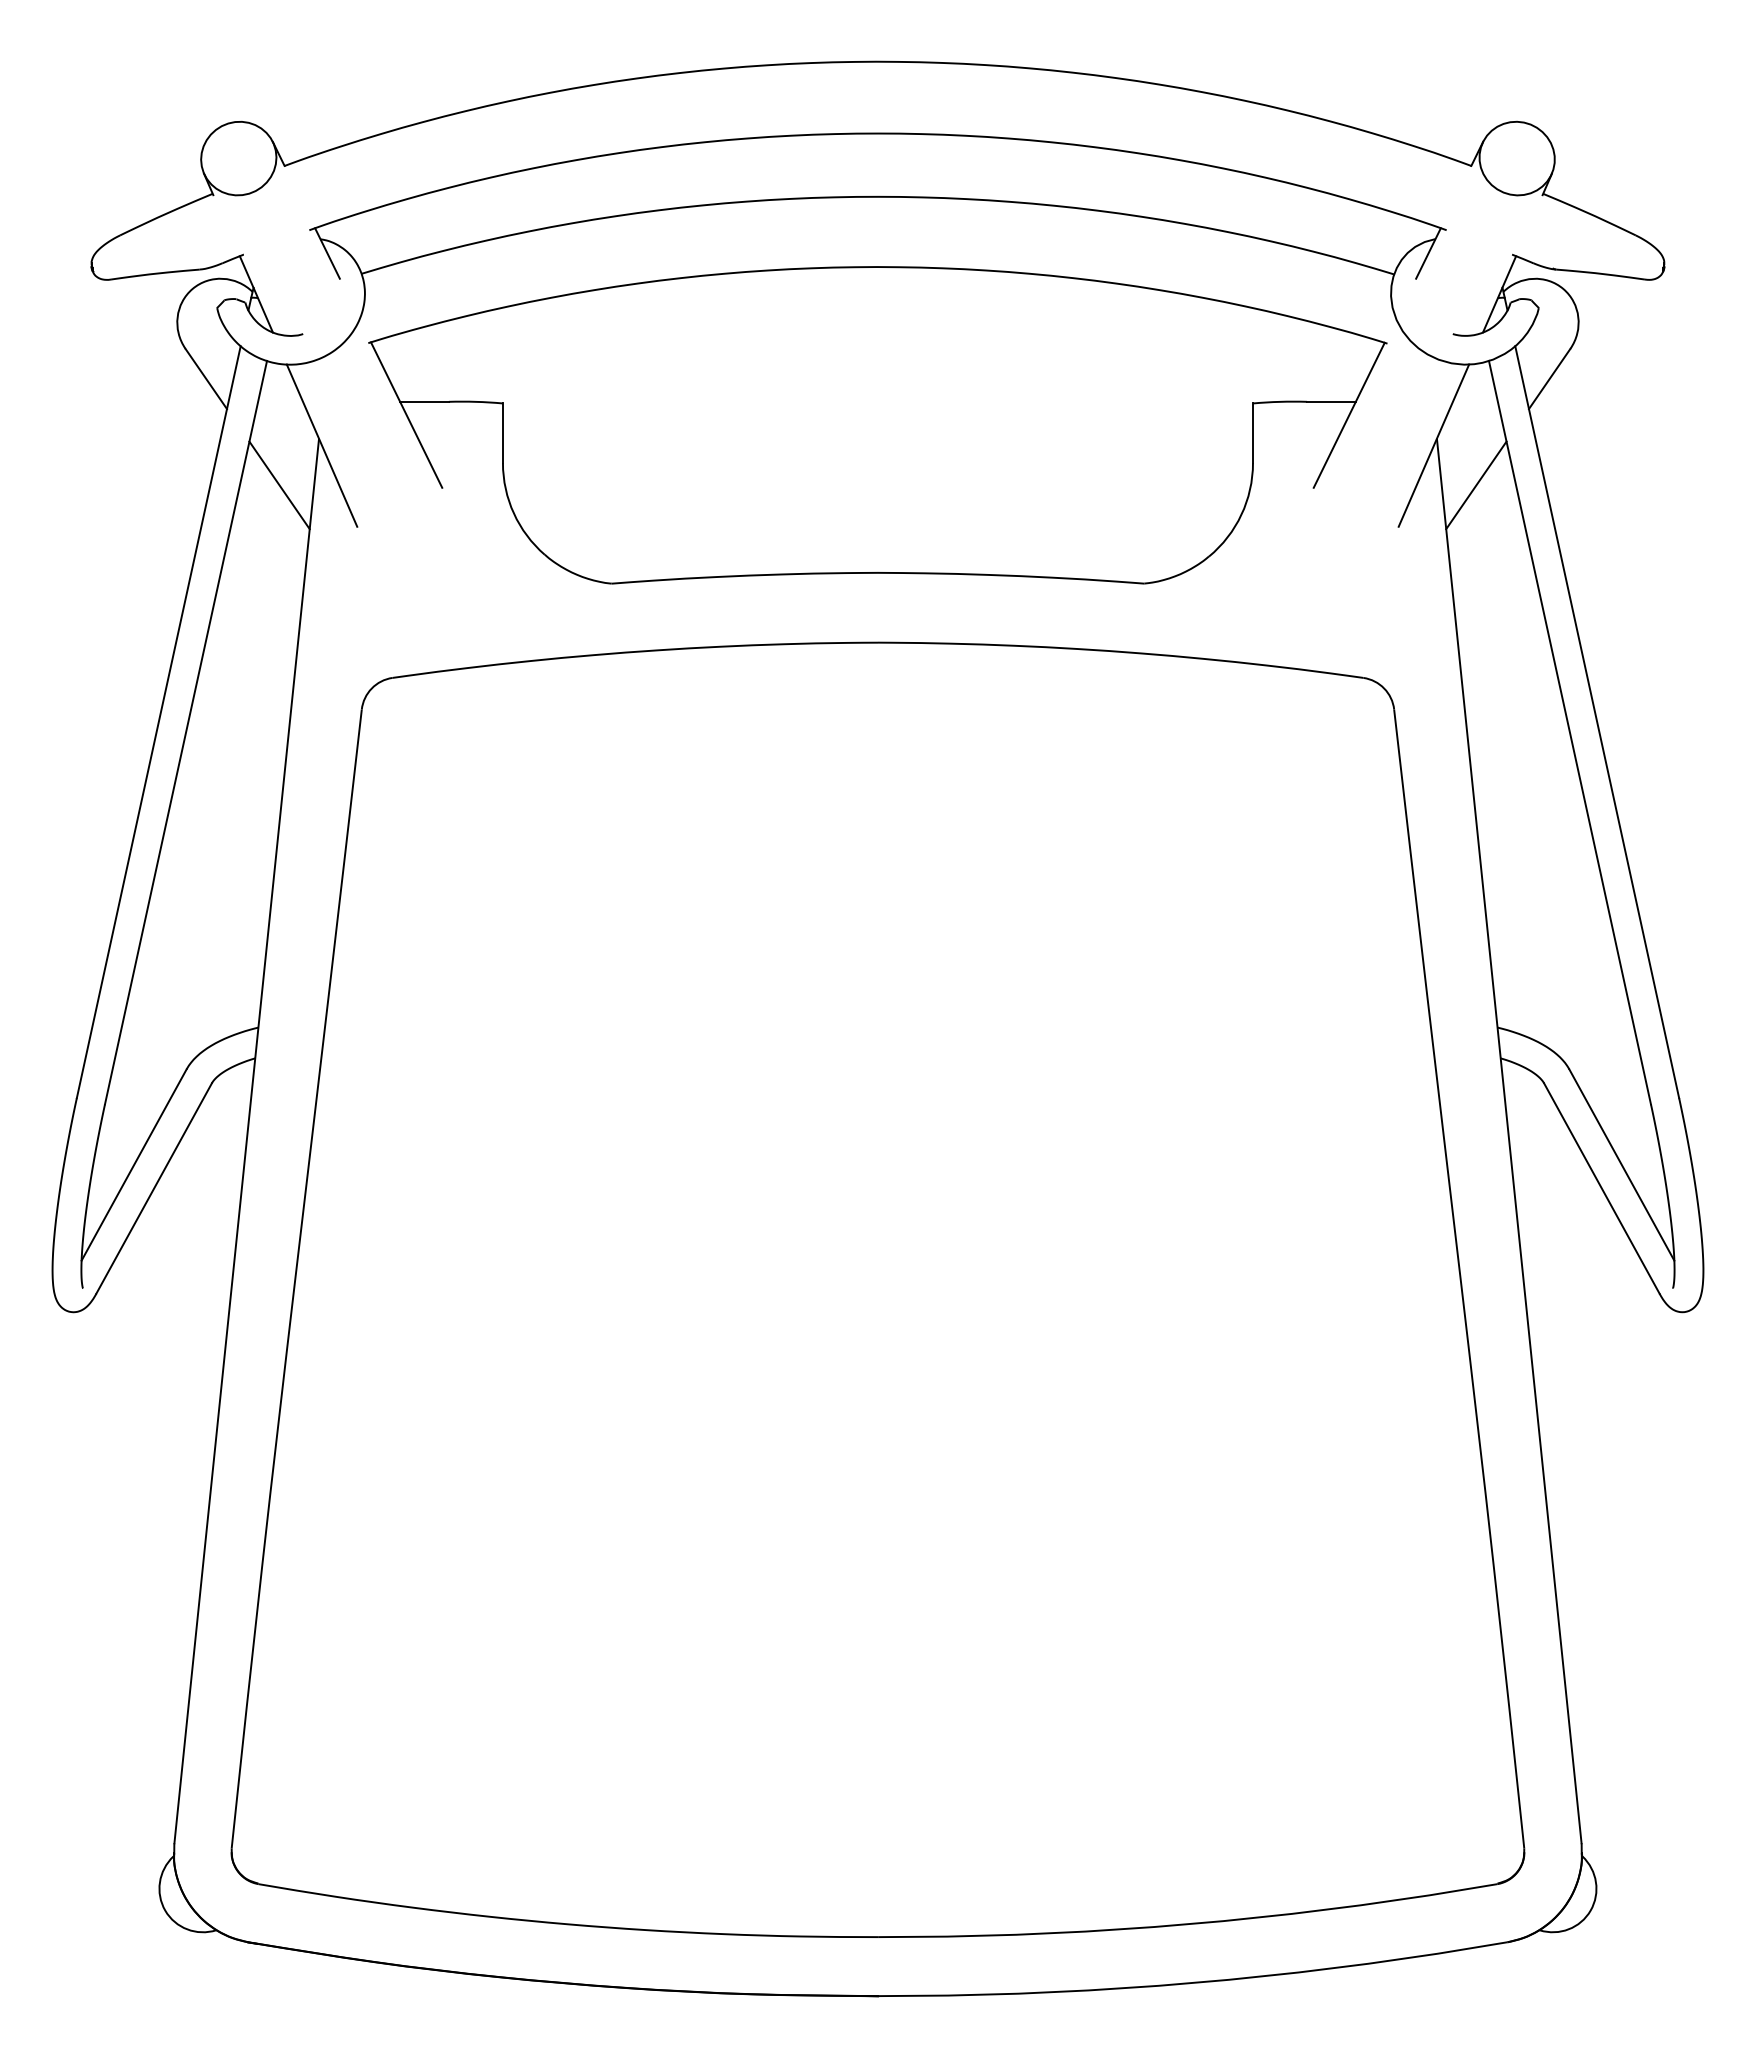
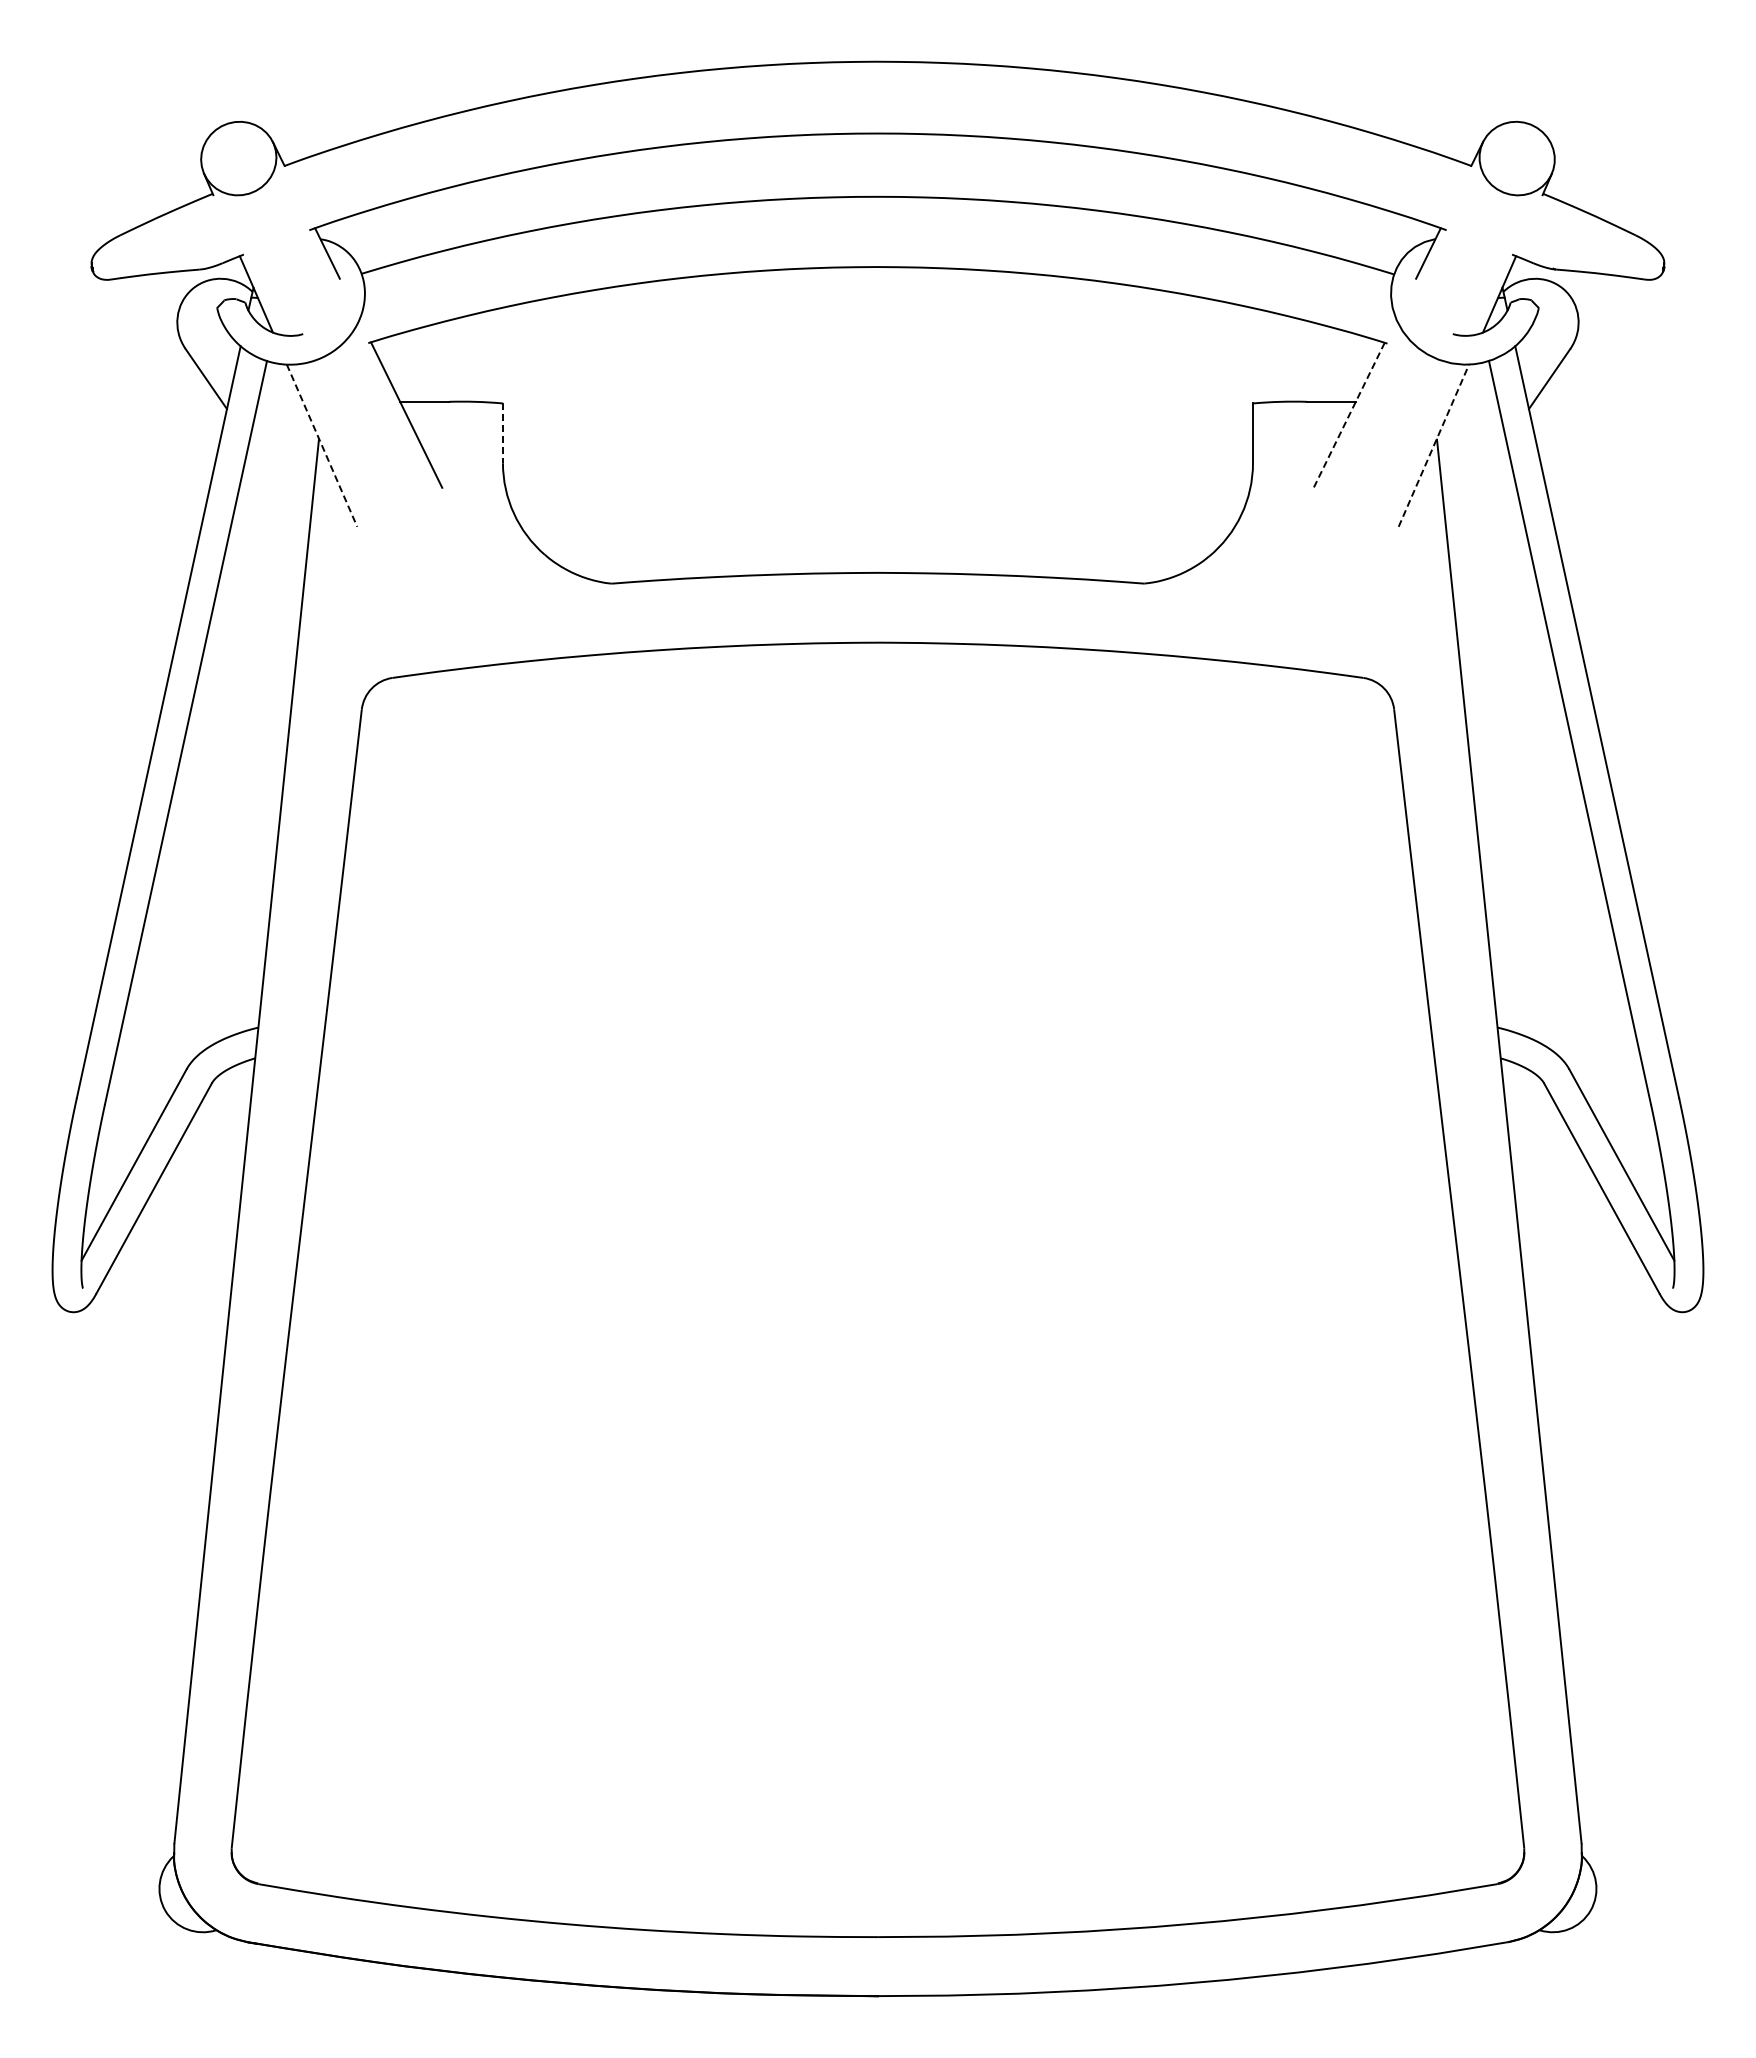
line at (1349, 415): solid -> dashed
line at (502, 433): solid -> dashed
line at (1434, 445): solid -> dashed
line at (322, 446): solid -> dashed
line at (279, 485): present -> none
line at (1476, 485): present -> none
